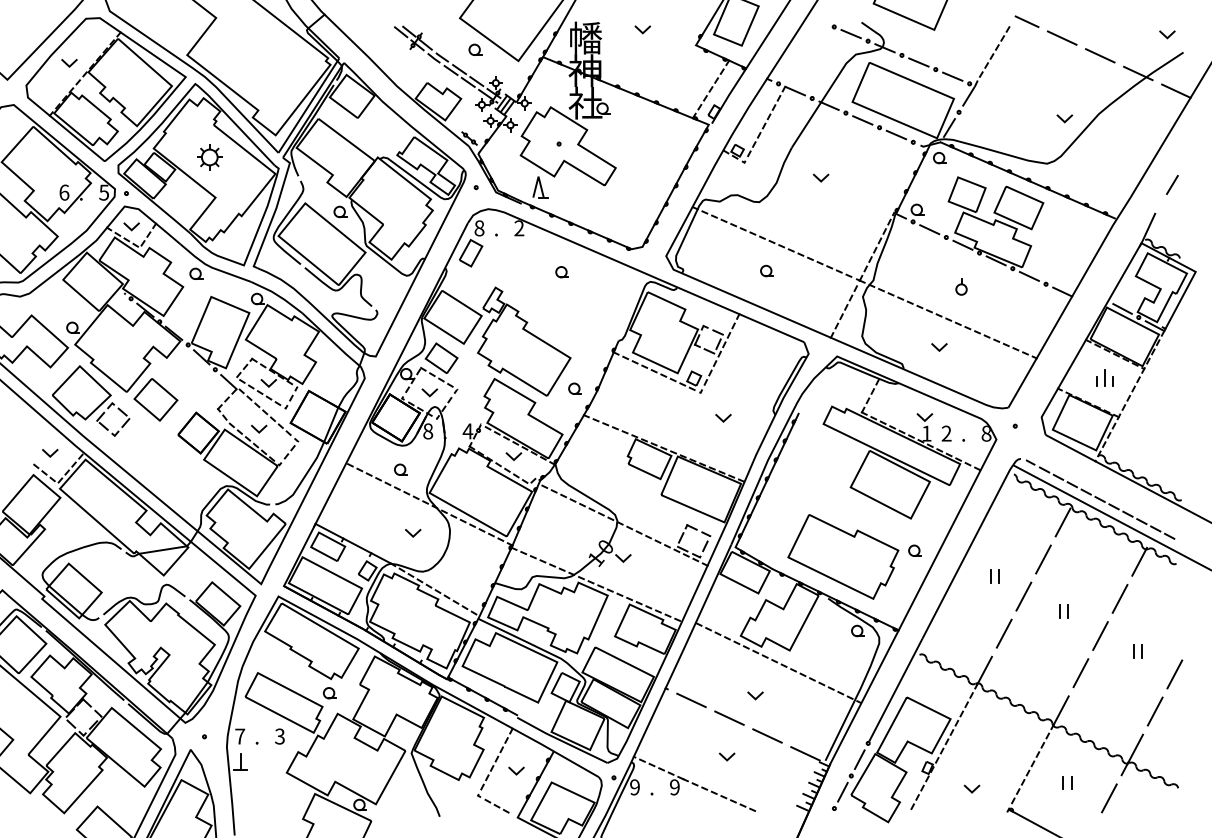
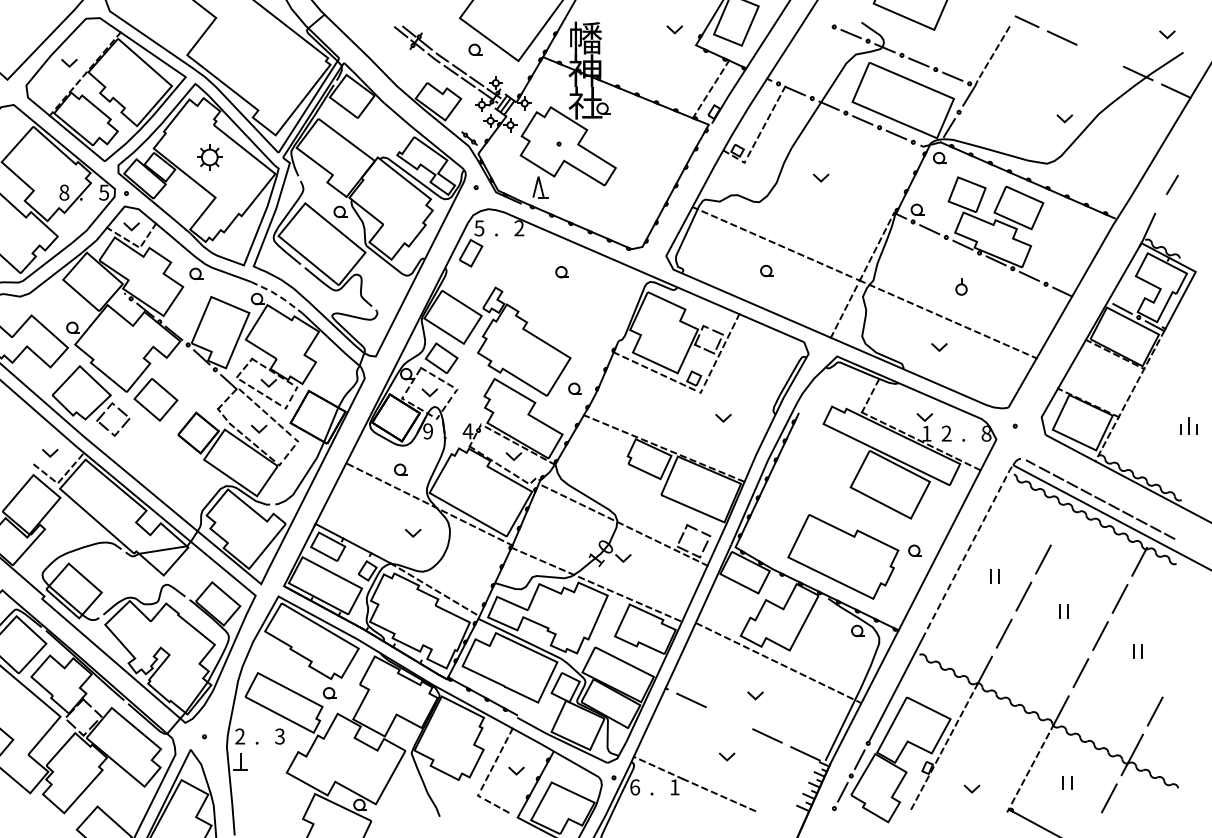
line at (641, 30) position: (641, 30) -> (673, 30)
line at (1100, 55): present -> none
text at (64, 192): 6 -> 8
text at (479, 228): 8 -> 5
line at (278, 295): solid -> dashed
part at (1104, 377) position: (1104, 377) -> (1188, 425)
text at (428, 431): 8 -> 9
line at (1062, 522): present -> none
line at (967, 551): solid -> dashed
line at (1174, 674): present -> none
line at (729, 717): present -> none
text at (240, 736): 7 -> 2
text at (635, 787): 9 -> 6
text at (674, 787): 9 -> 1
